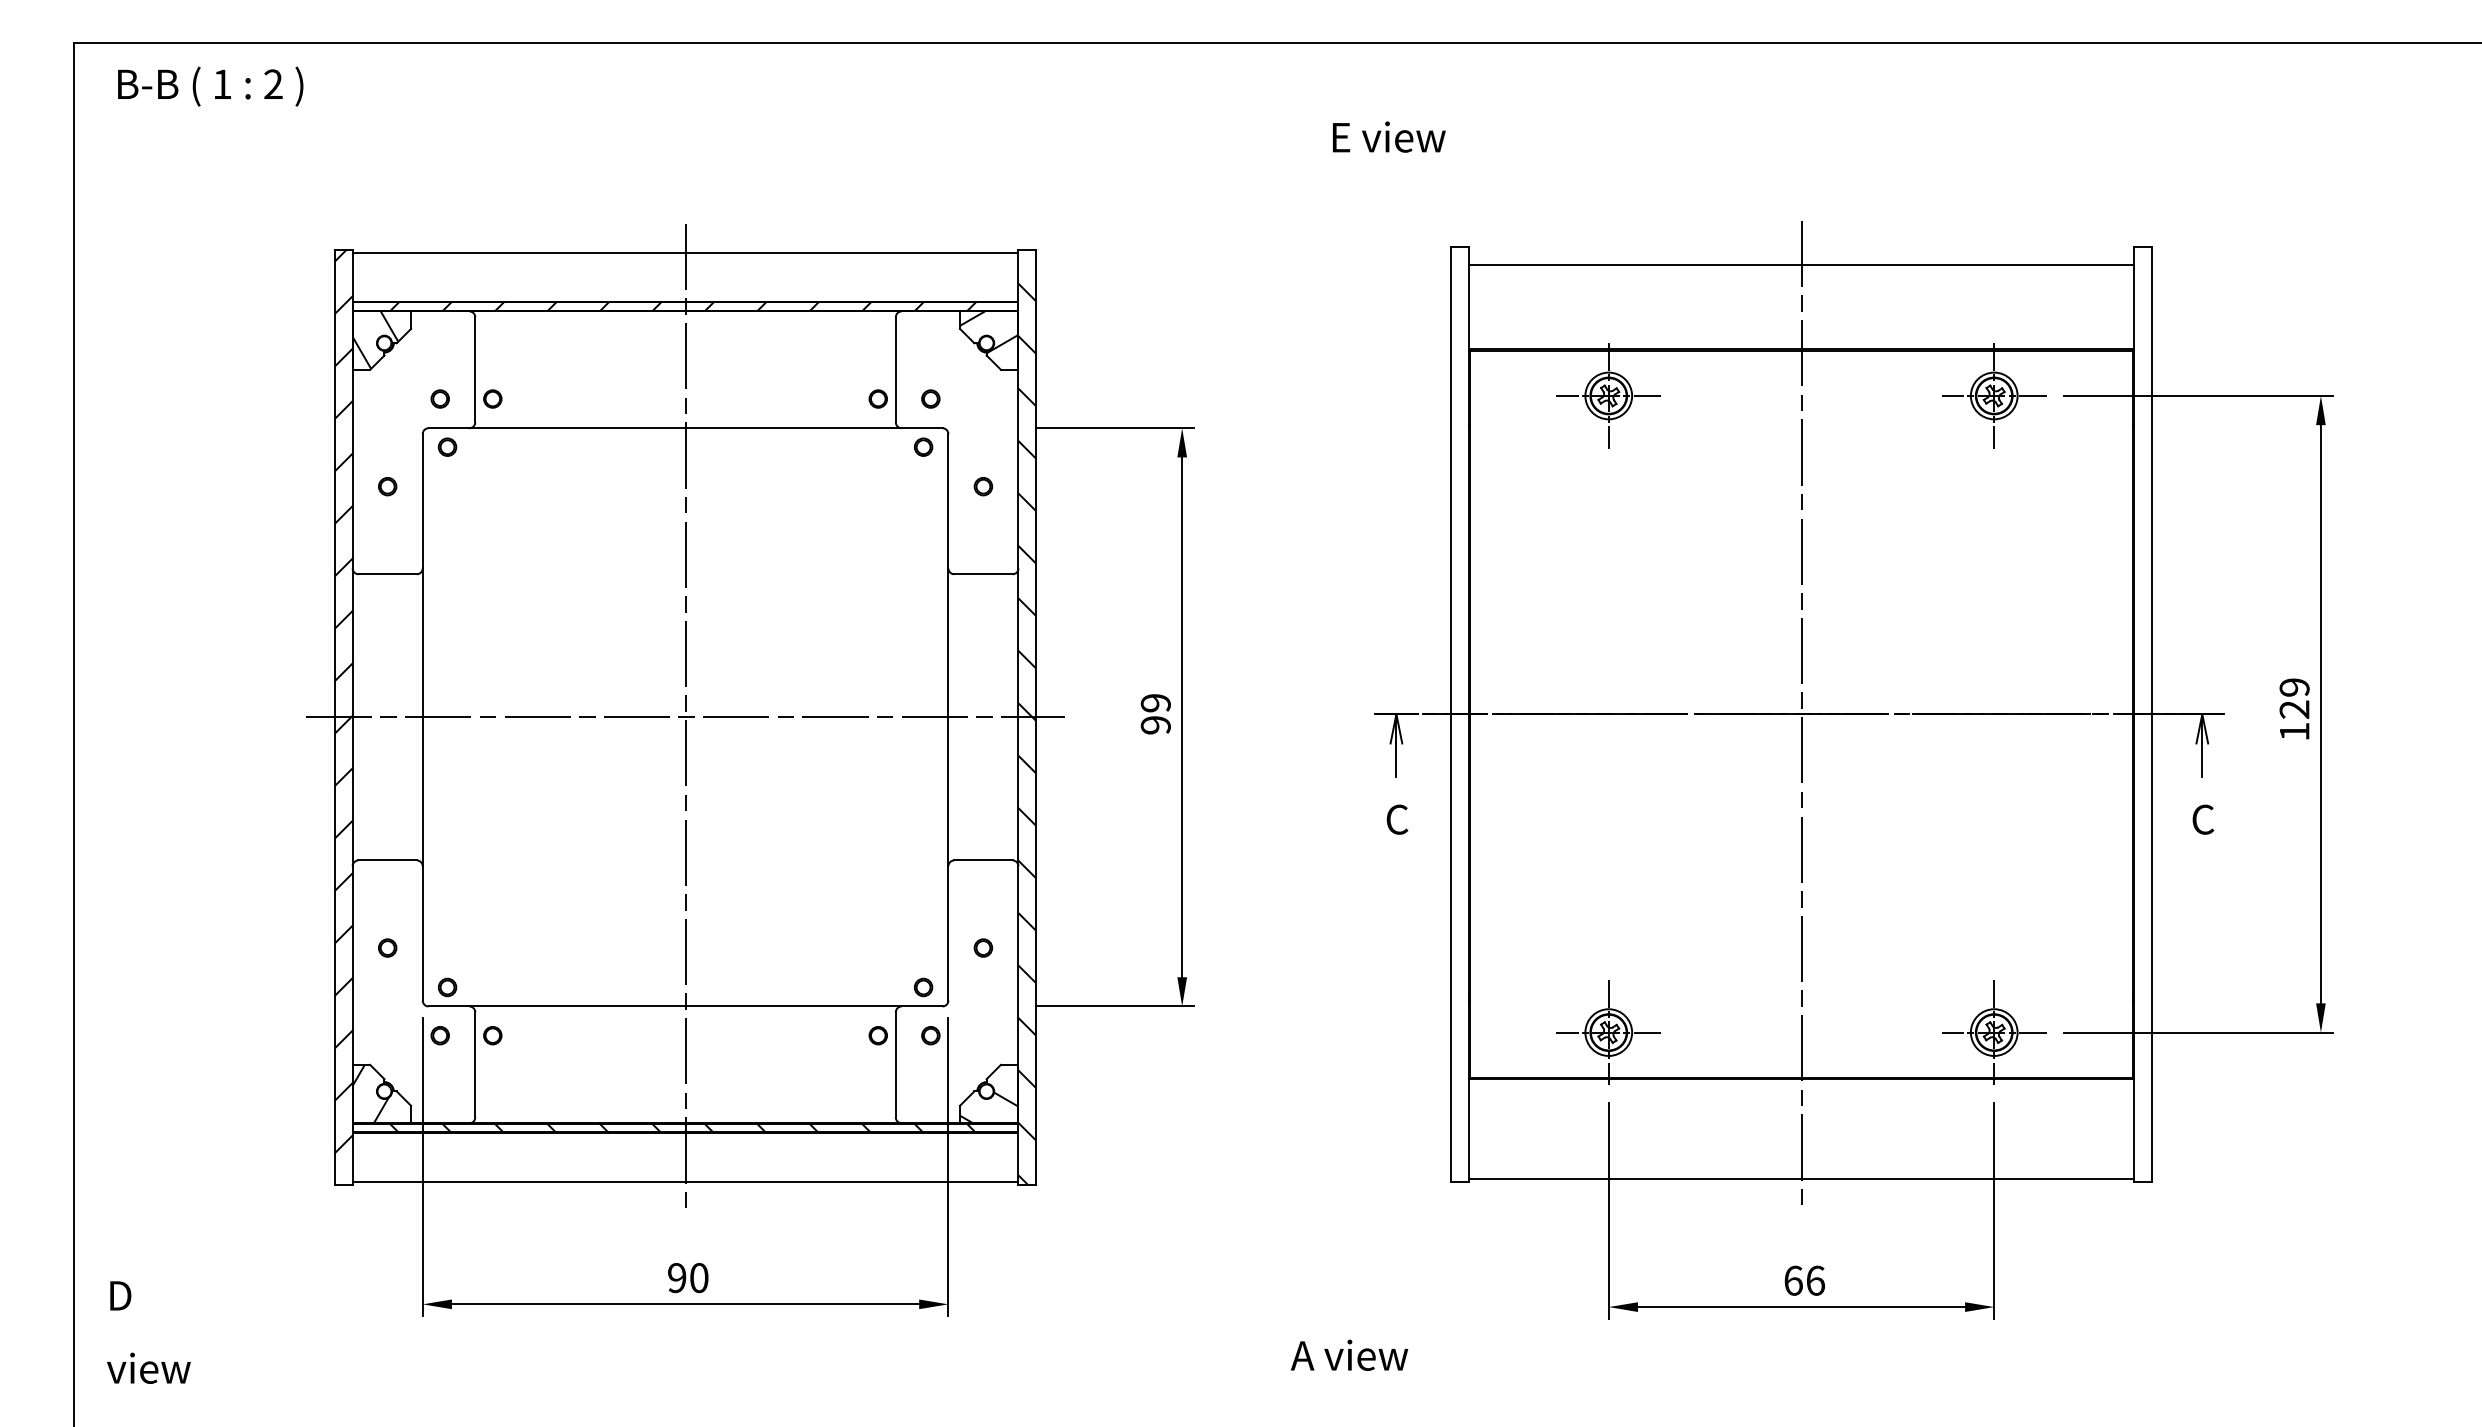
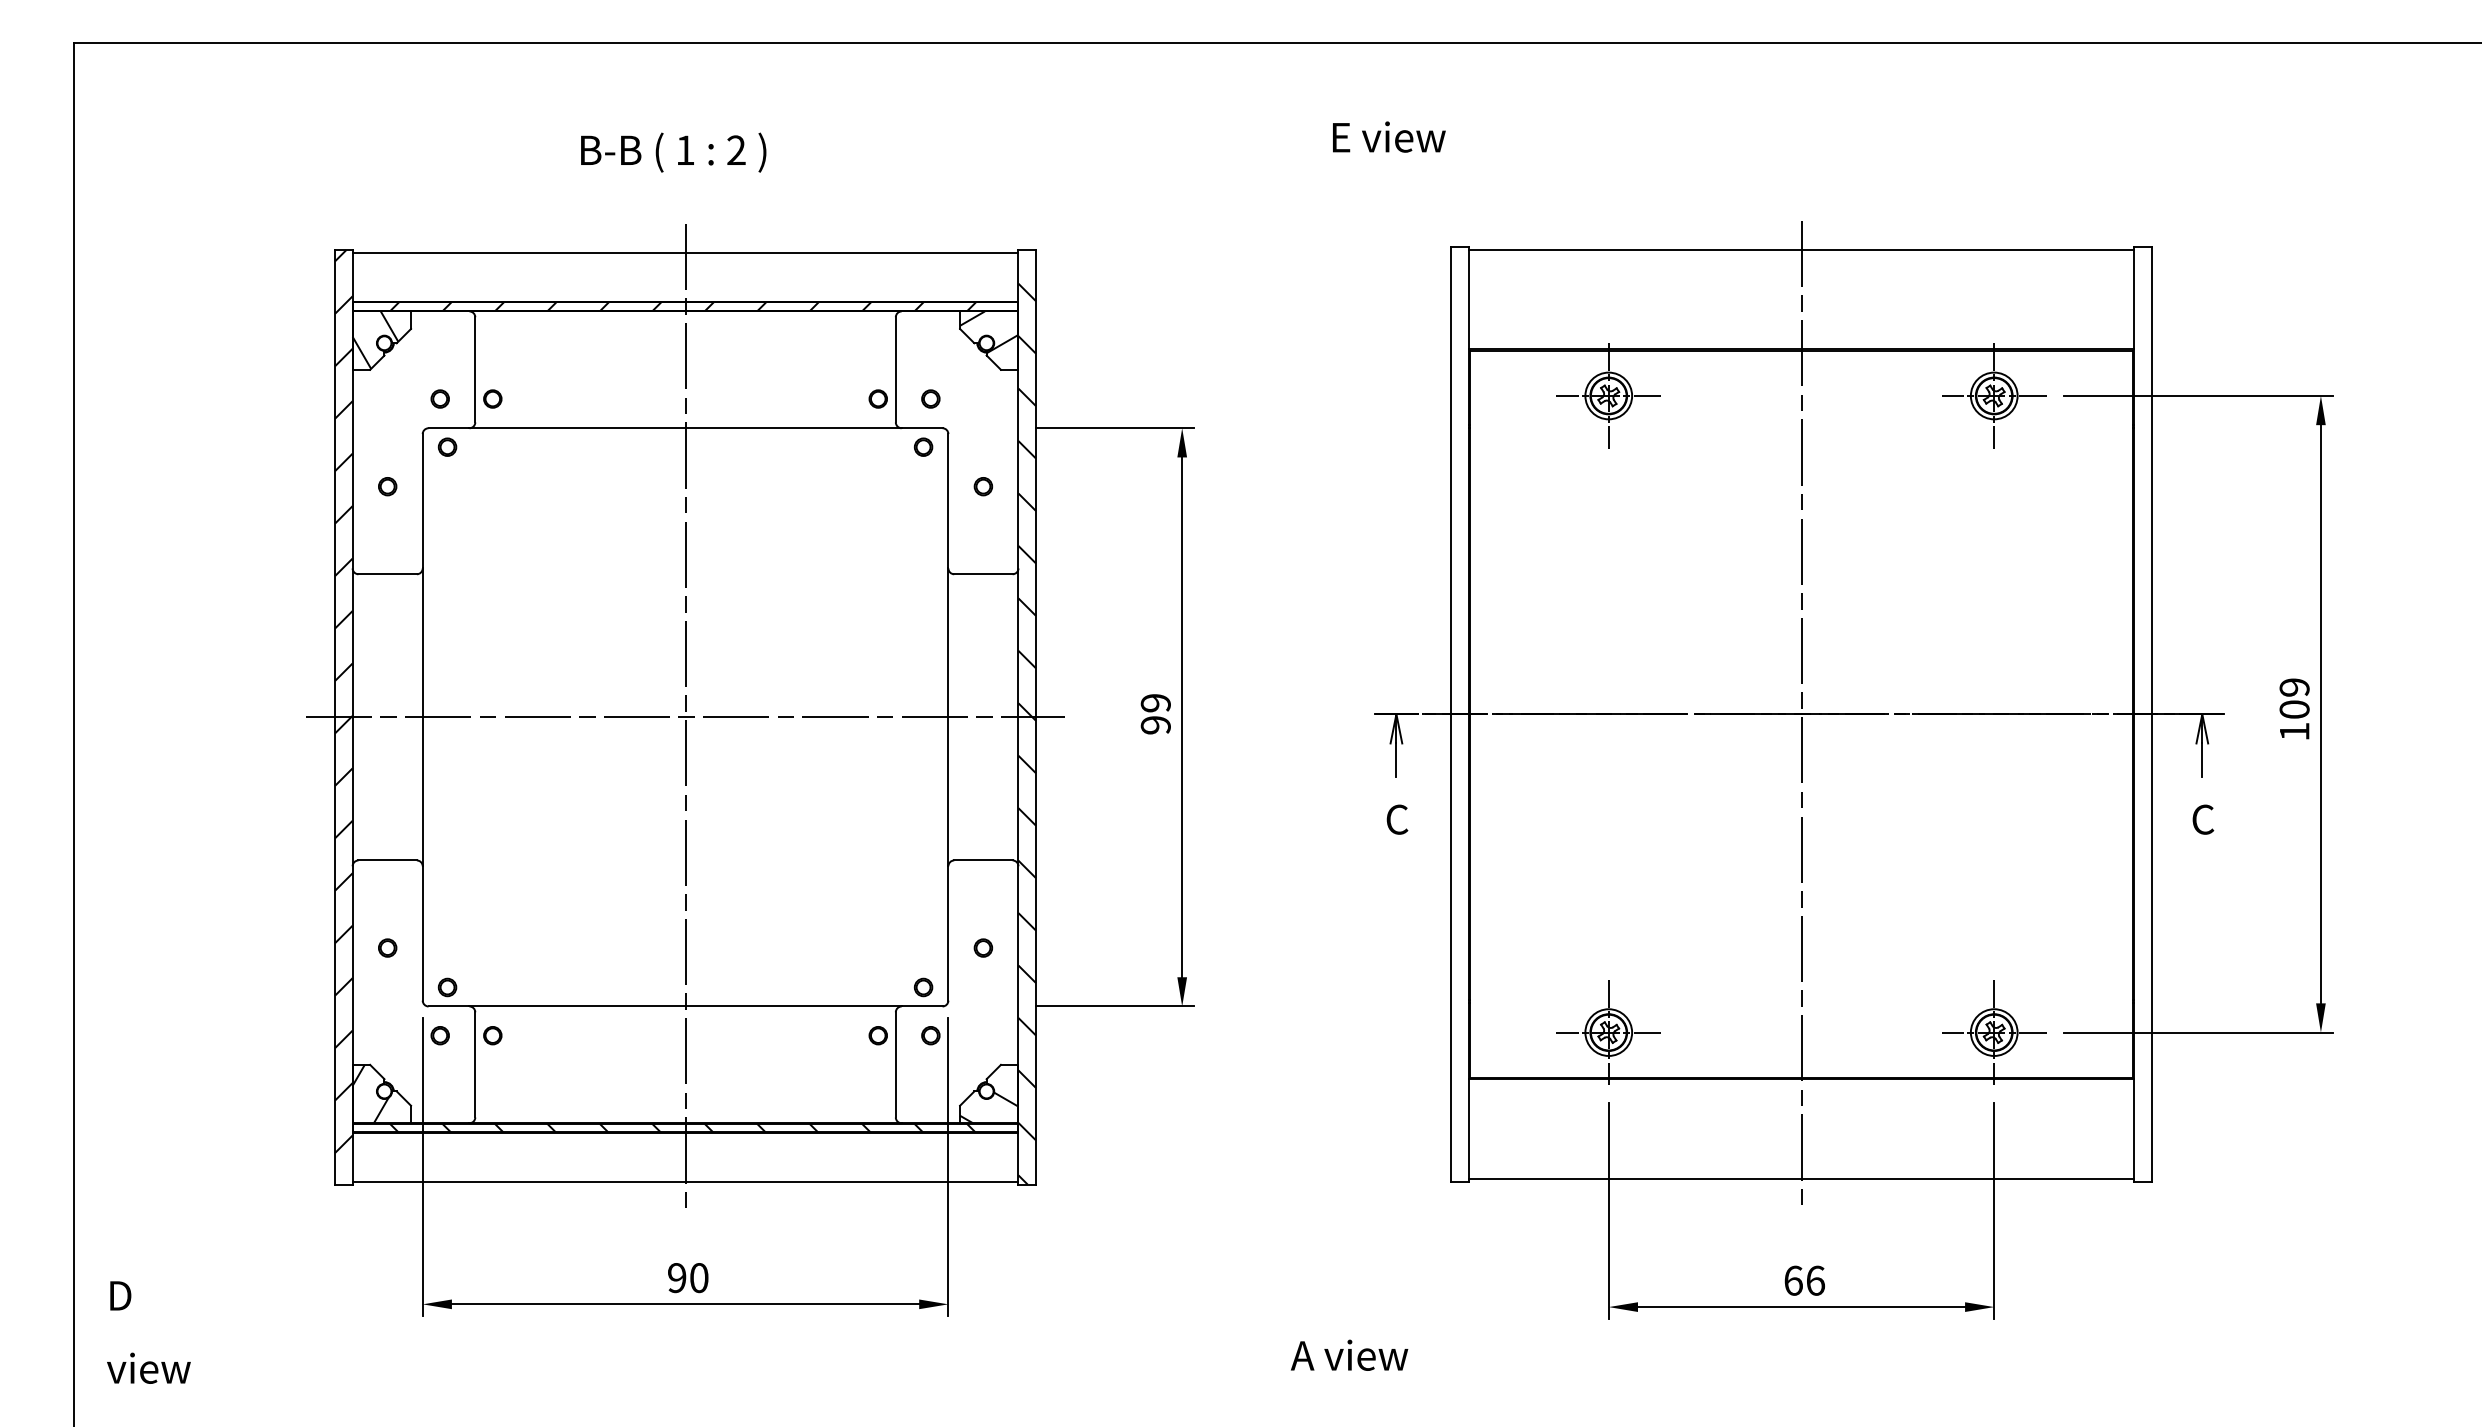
text at (210, 86) position: (210, 86) -> (673, 152)
line at (1801, 264) position: (1801, 264) -> (1801, 249)
text at (2294, 709): 129 -> 109
